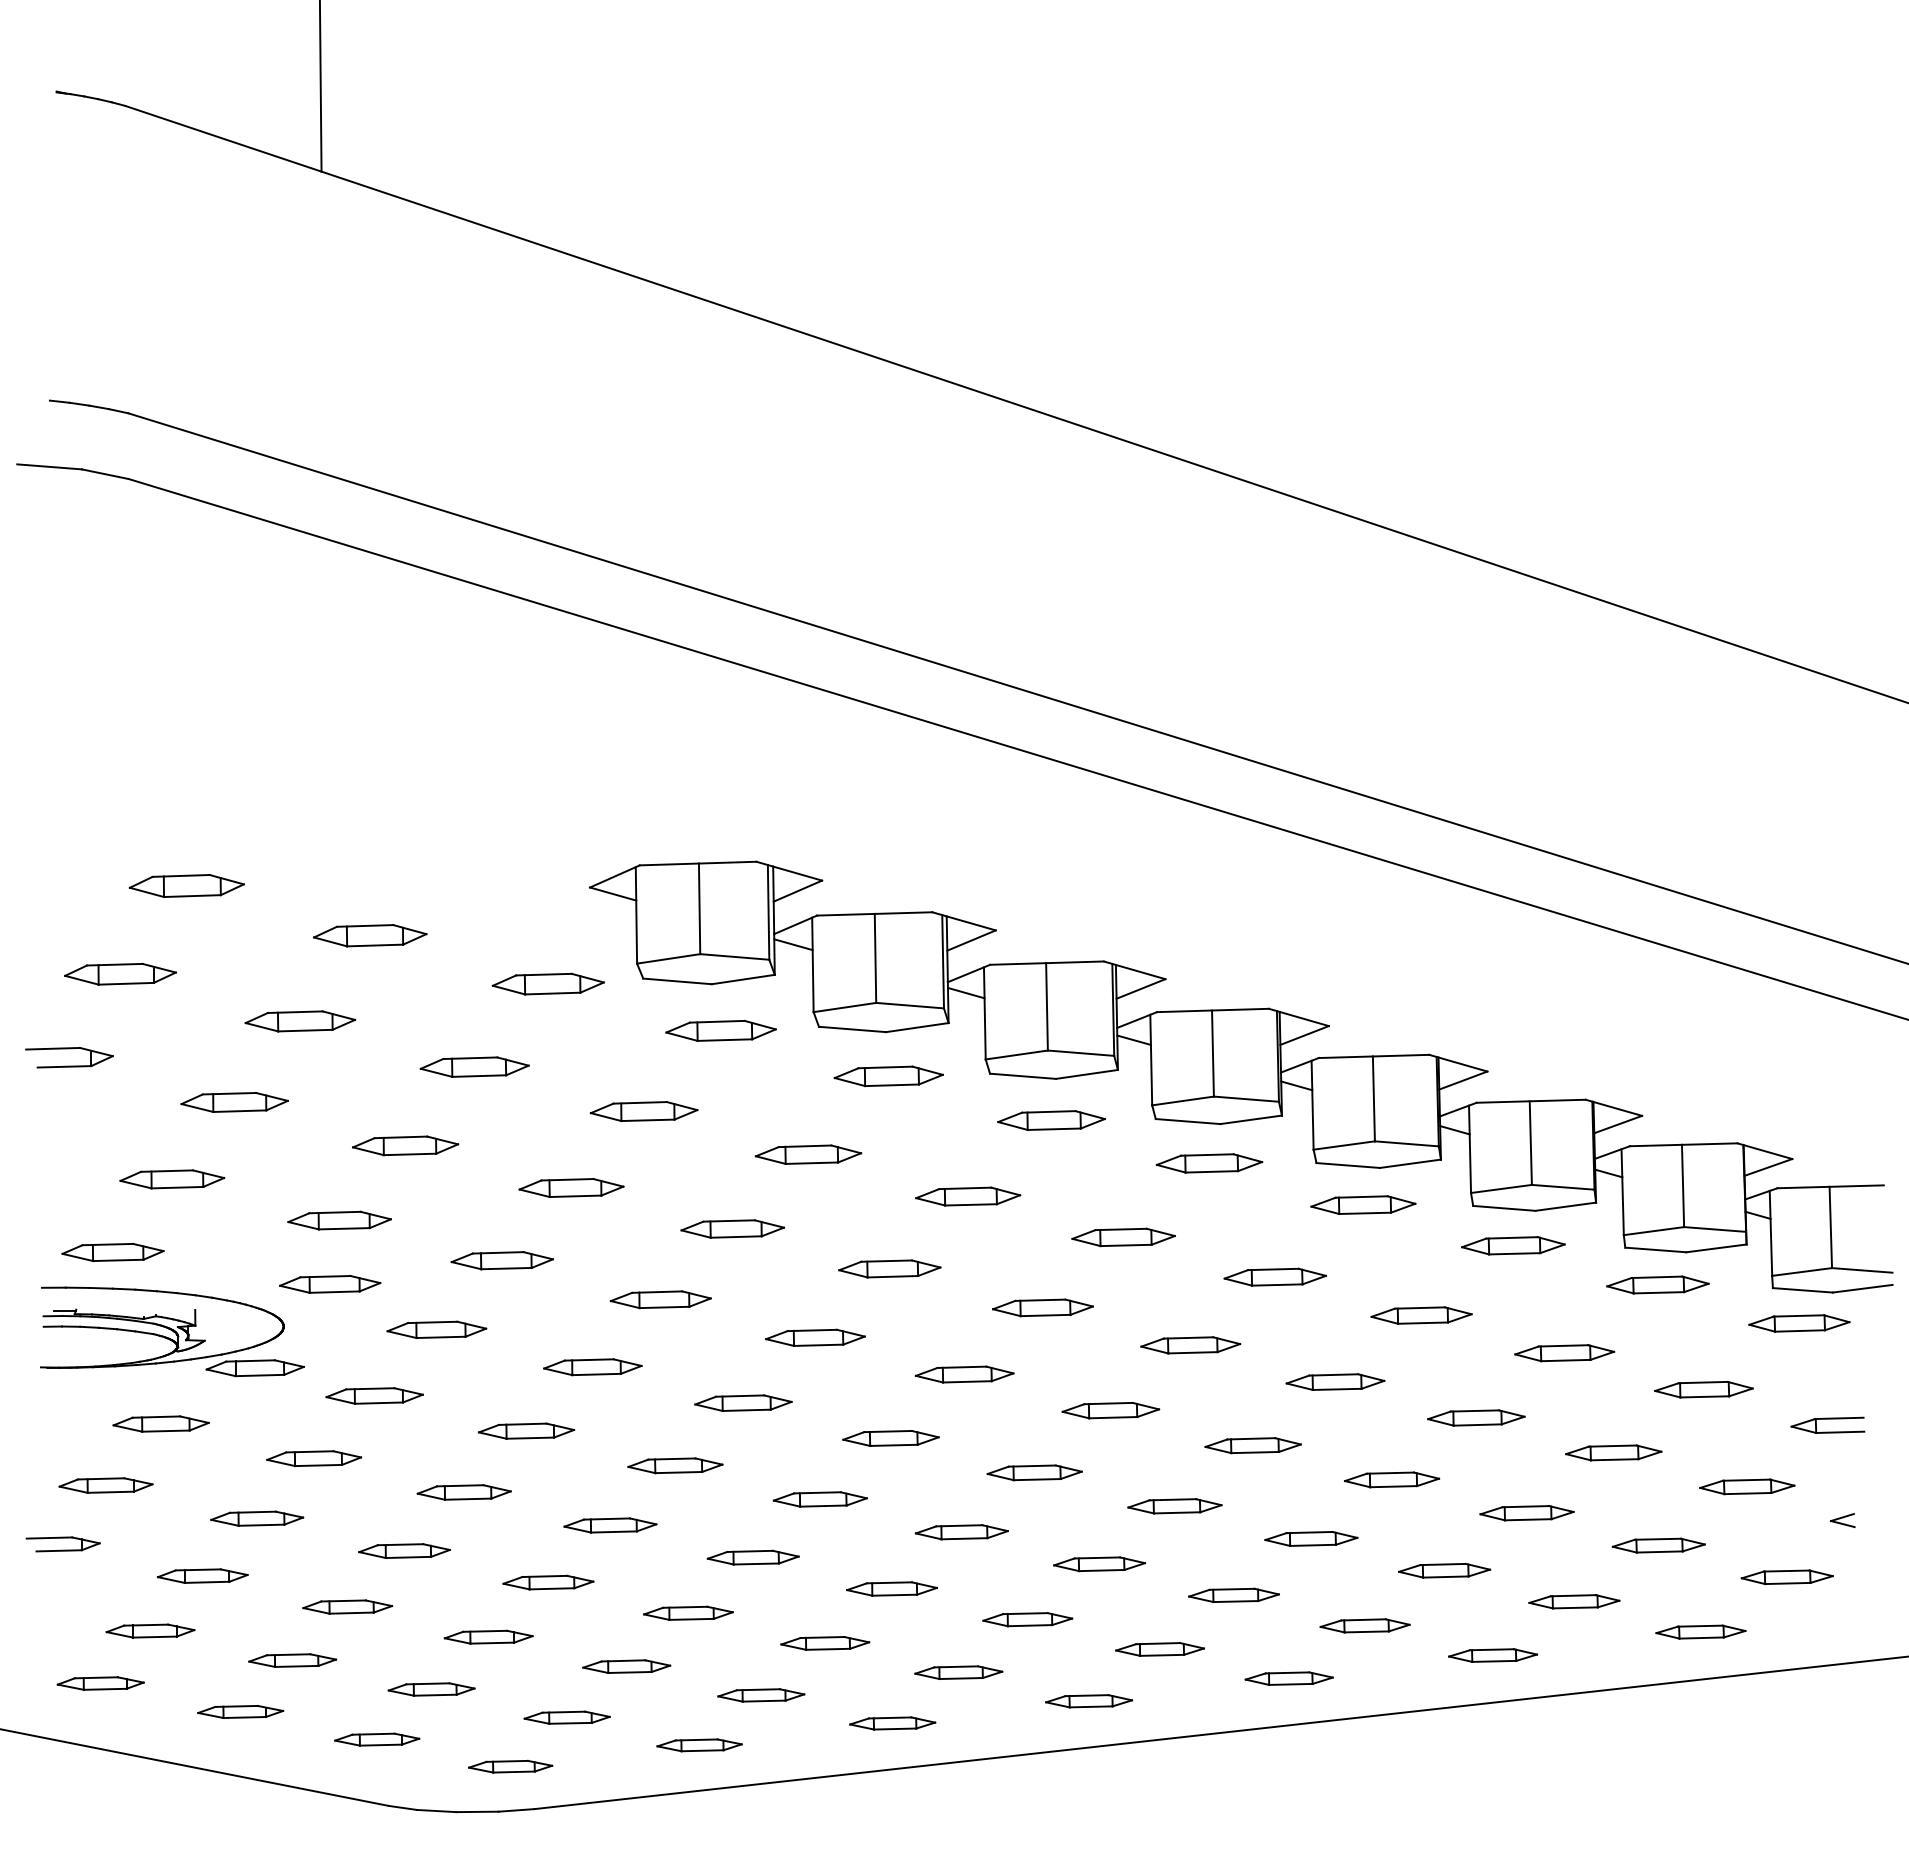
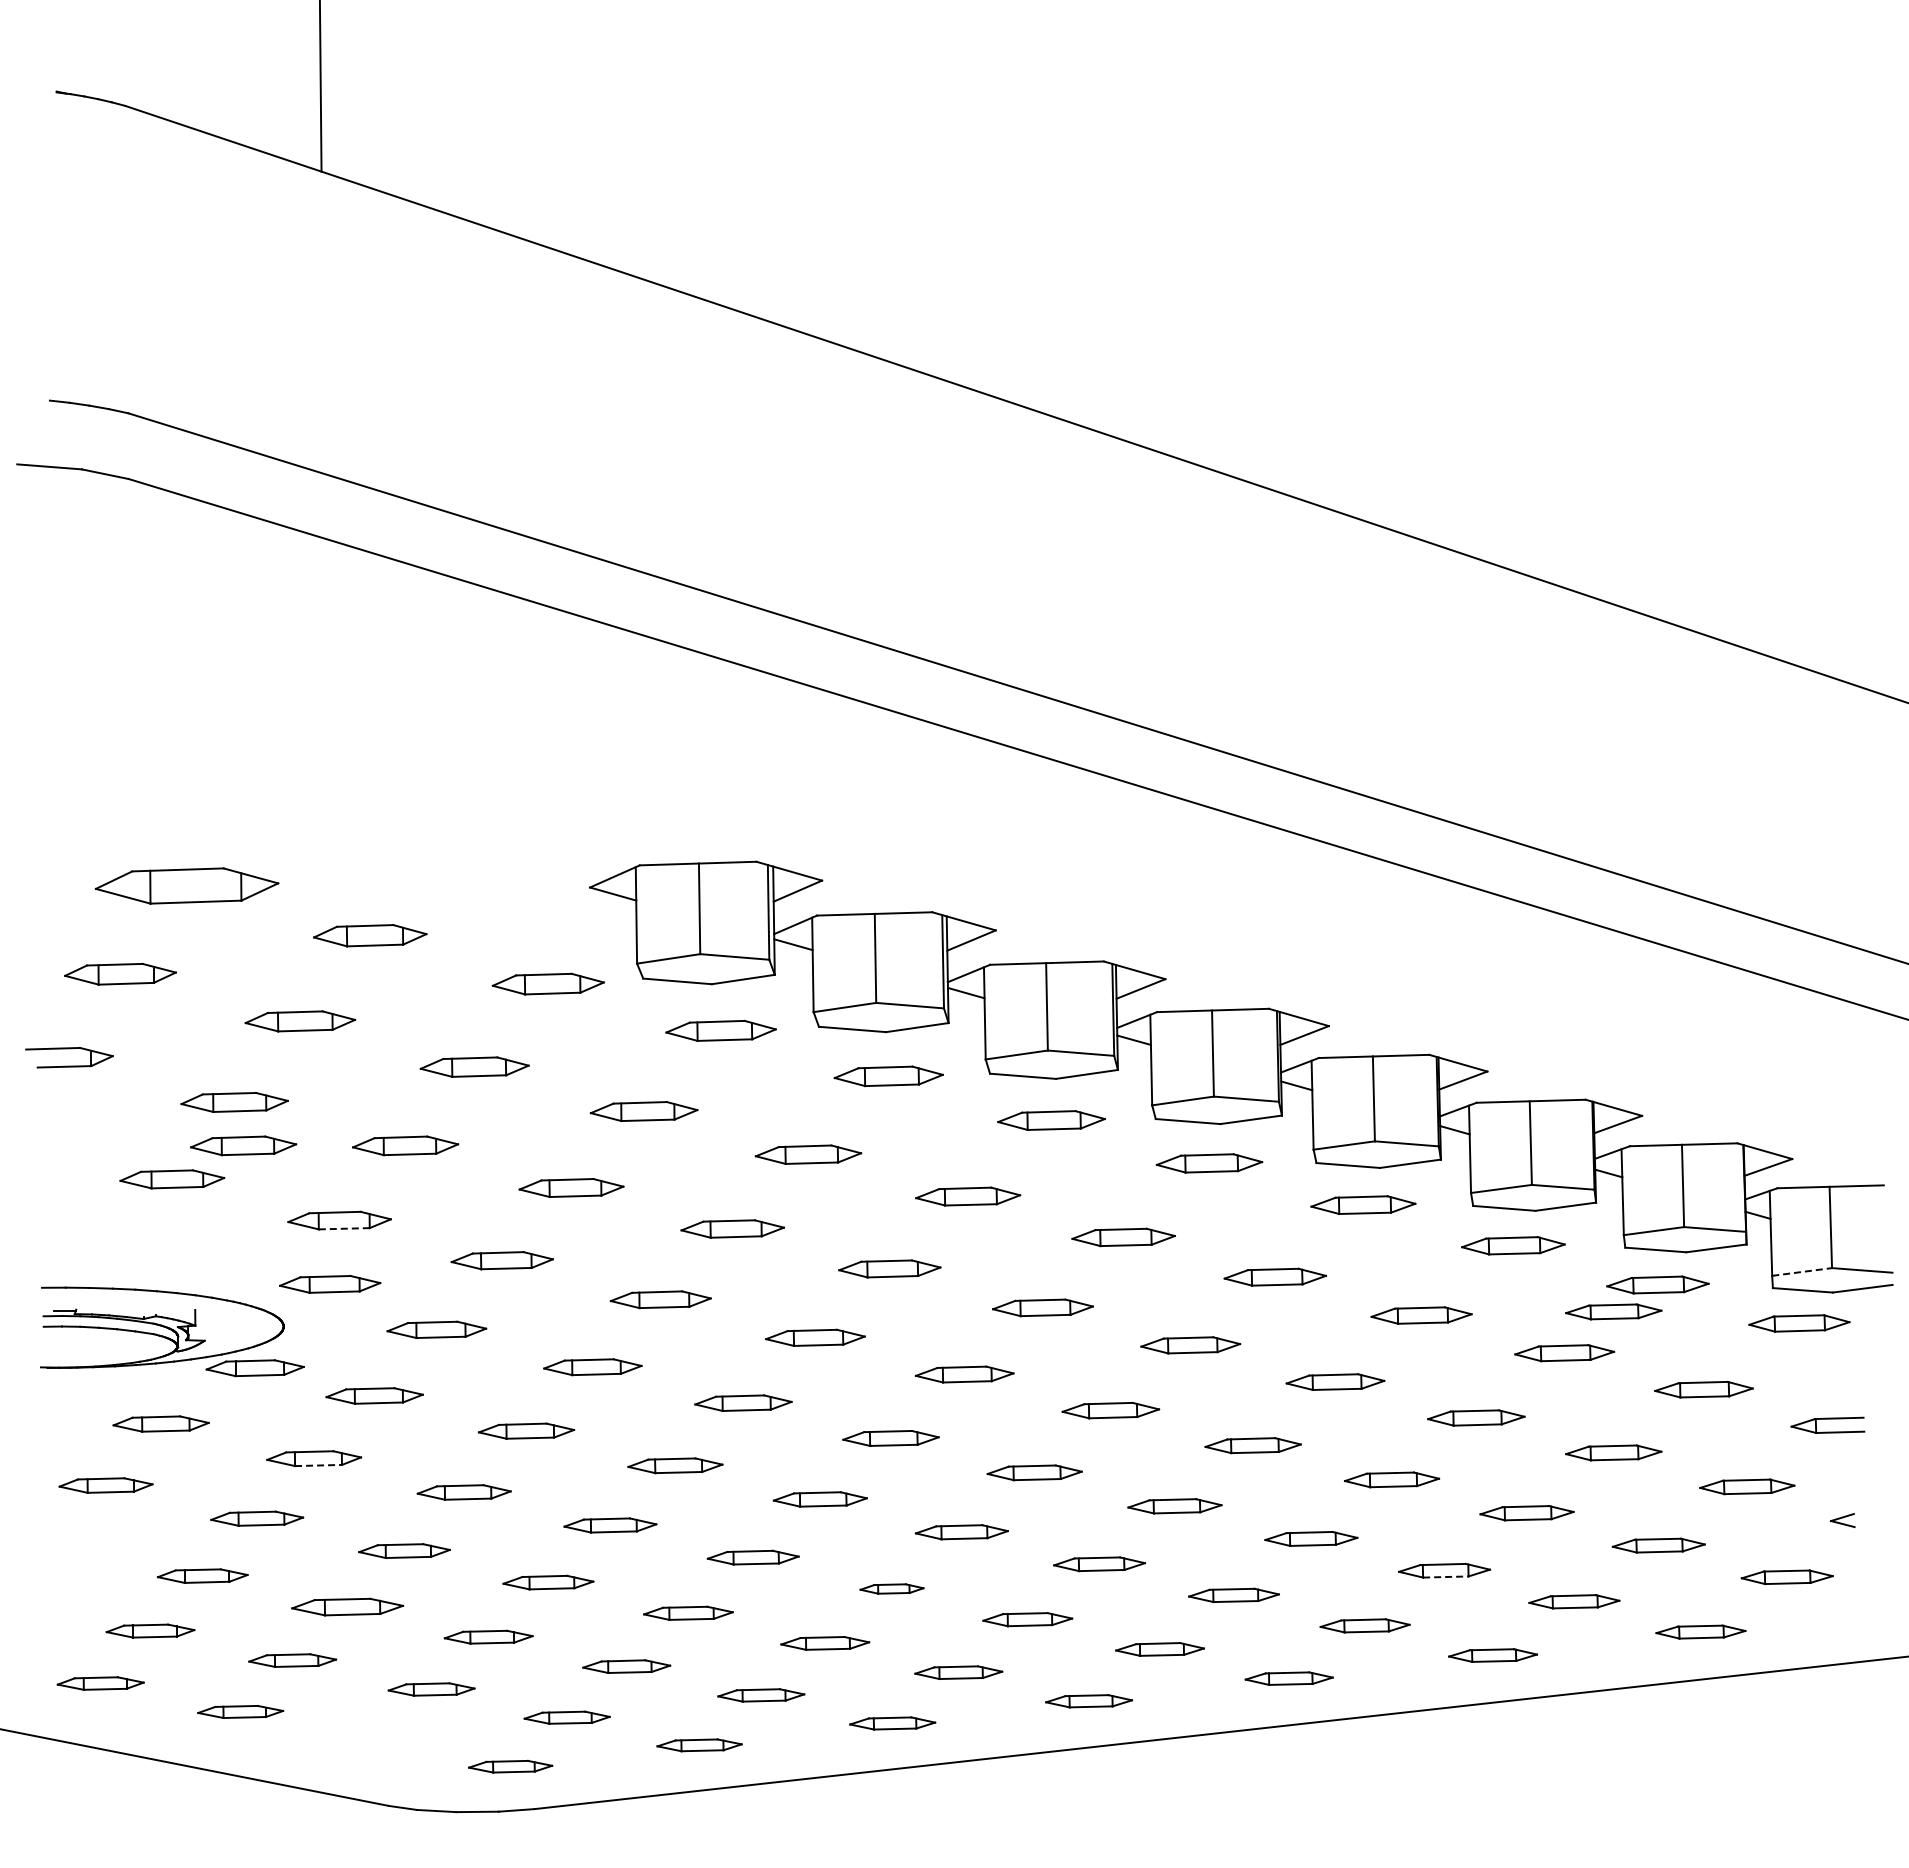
part at (186, 885) size: 117x24 px -> 186x38 px
part at (243, 1145): none -> present
line at (344, 1228): solid -> dashed
part at (112, 1252): present -> none
line at (1802, 1271): solid -> dashed
part at (1613, 1311): none -> present
line at (319, 1465): solid -> dashed
part at (62, 1544): present -> none
line at (1445, 1577): solid -> dashed
part at (891, 1588) size: 92x16 px -> 66x12 px
part at (347, 1606) size: 92x16 px -> 114x20 px
part at (377, 1739): present -> none
